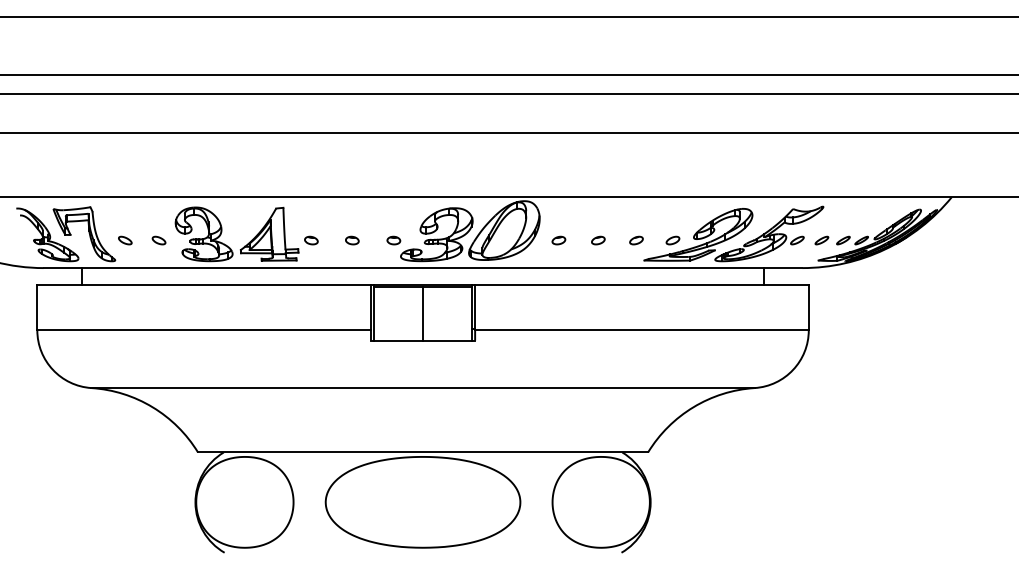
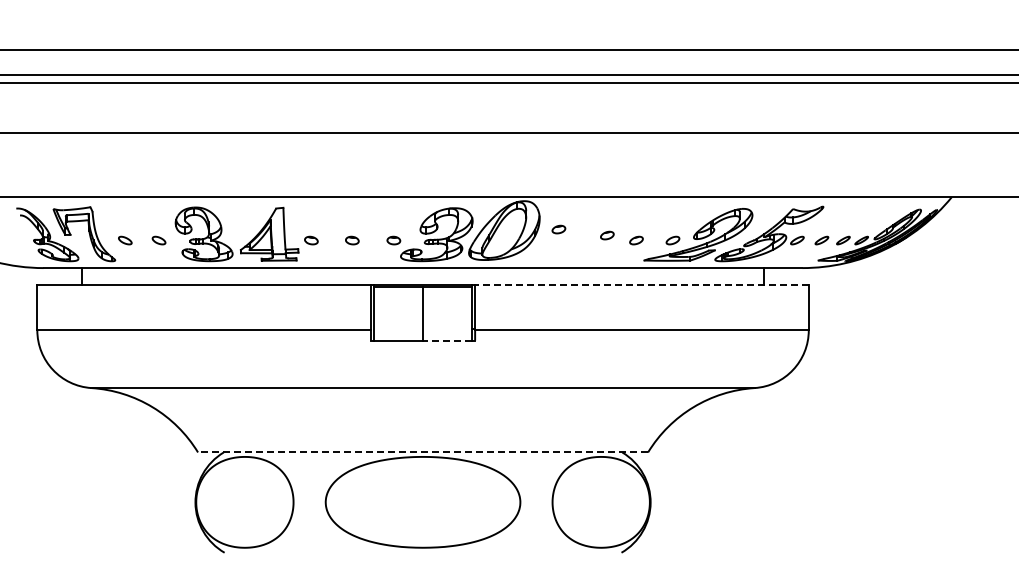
line at (508, 17) position: (508, 17) -> (508, 50)
line at (508, 94) position: (508, 94) -> (508, 83)
part at (558, 240) position: (558, 240) -> (558, 229)
part at (598, 240) position: (598, 240) -> (607, 235)
line at (641, 285): solid -> dashed
line at (447, 340): solid -> dashed
line at (422, 452): solid -> dashed
